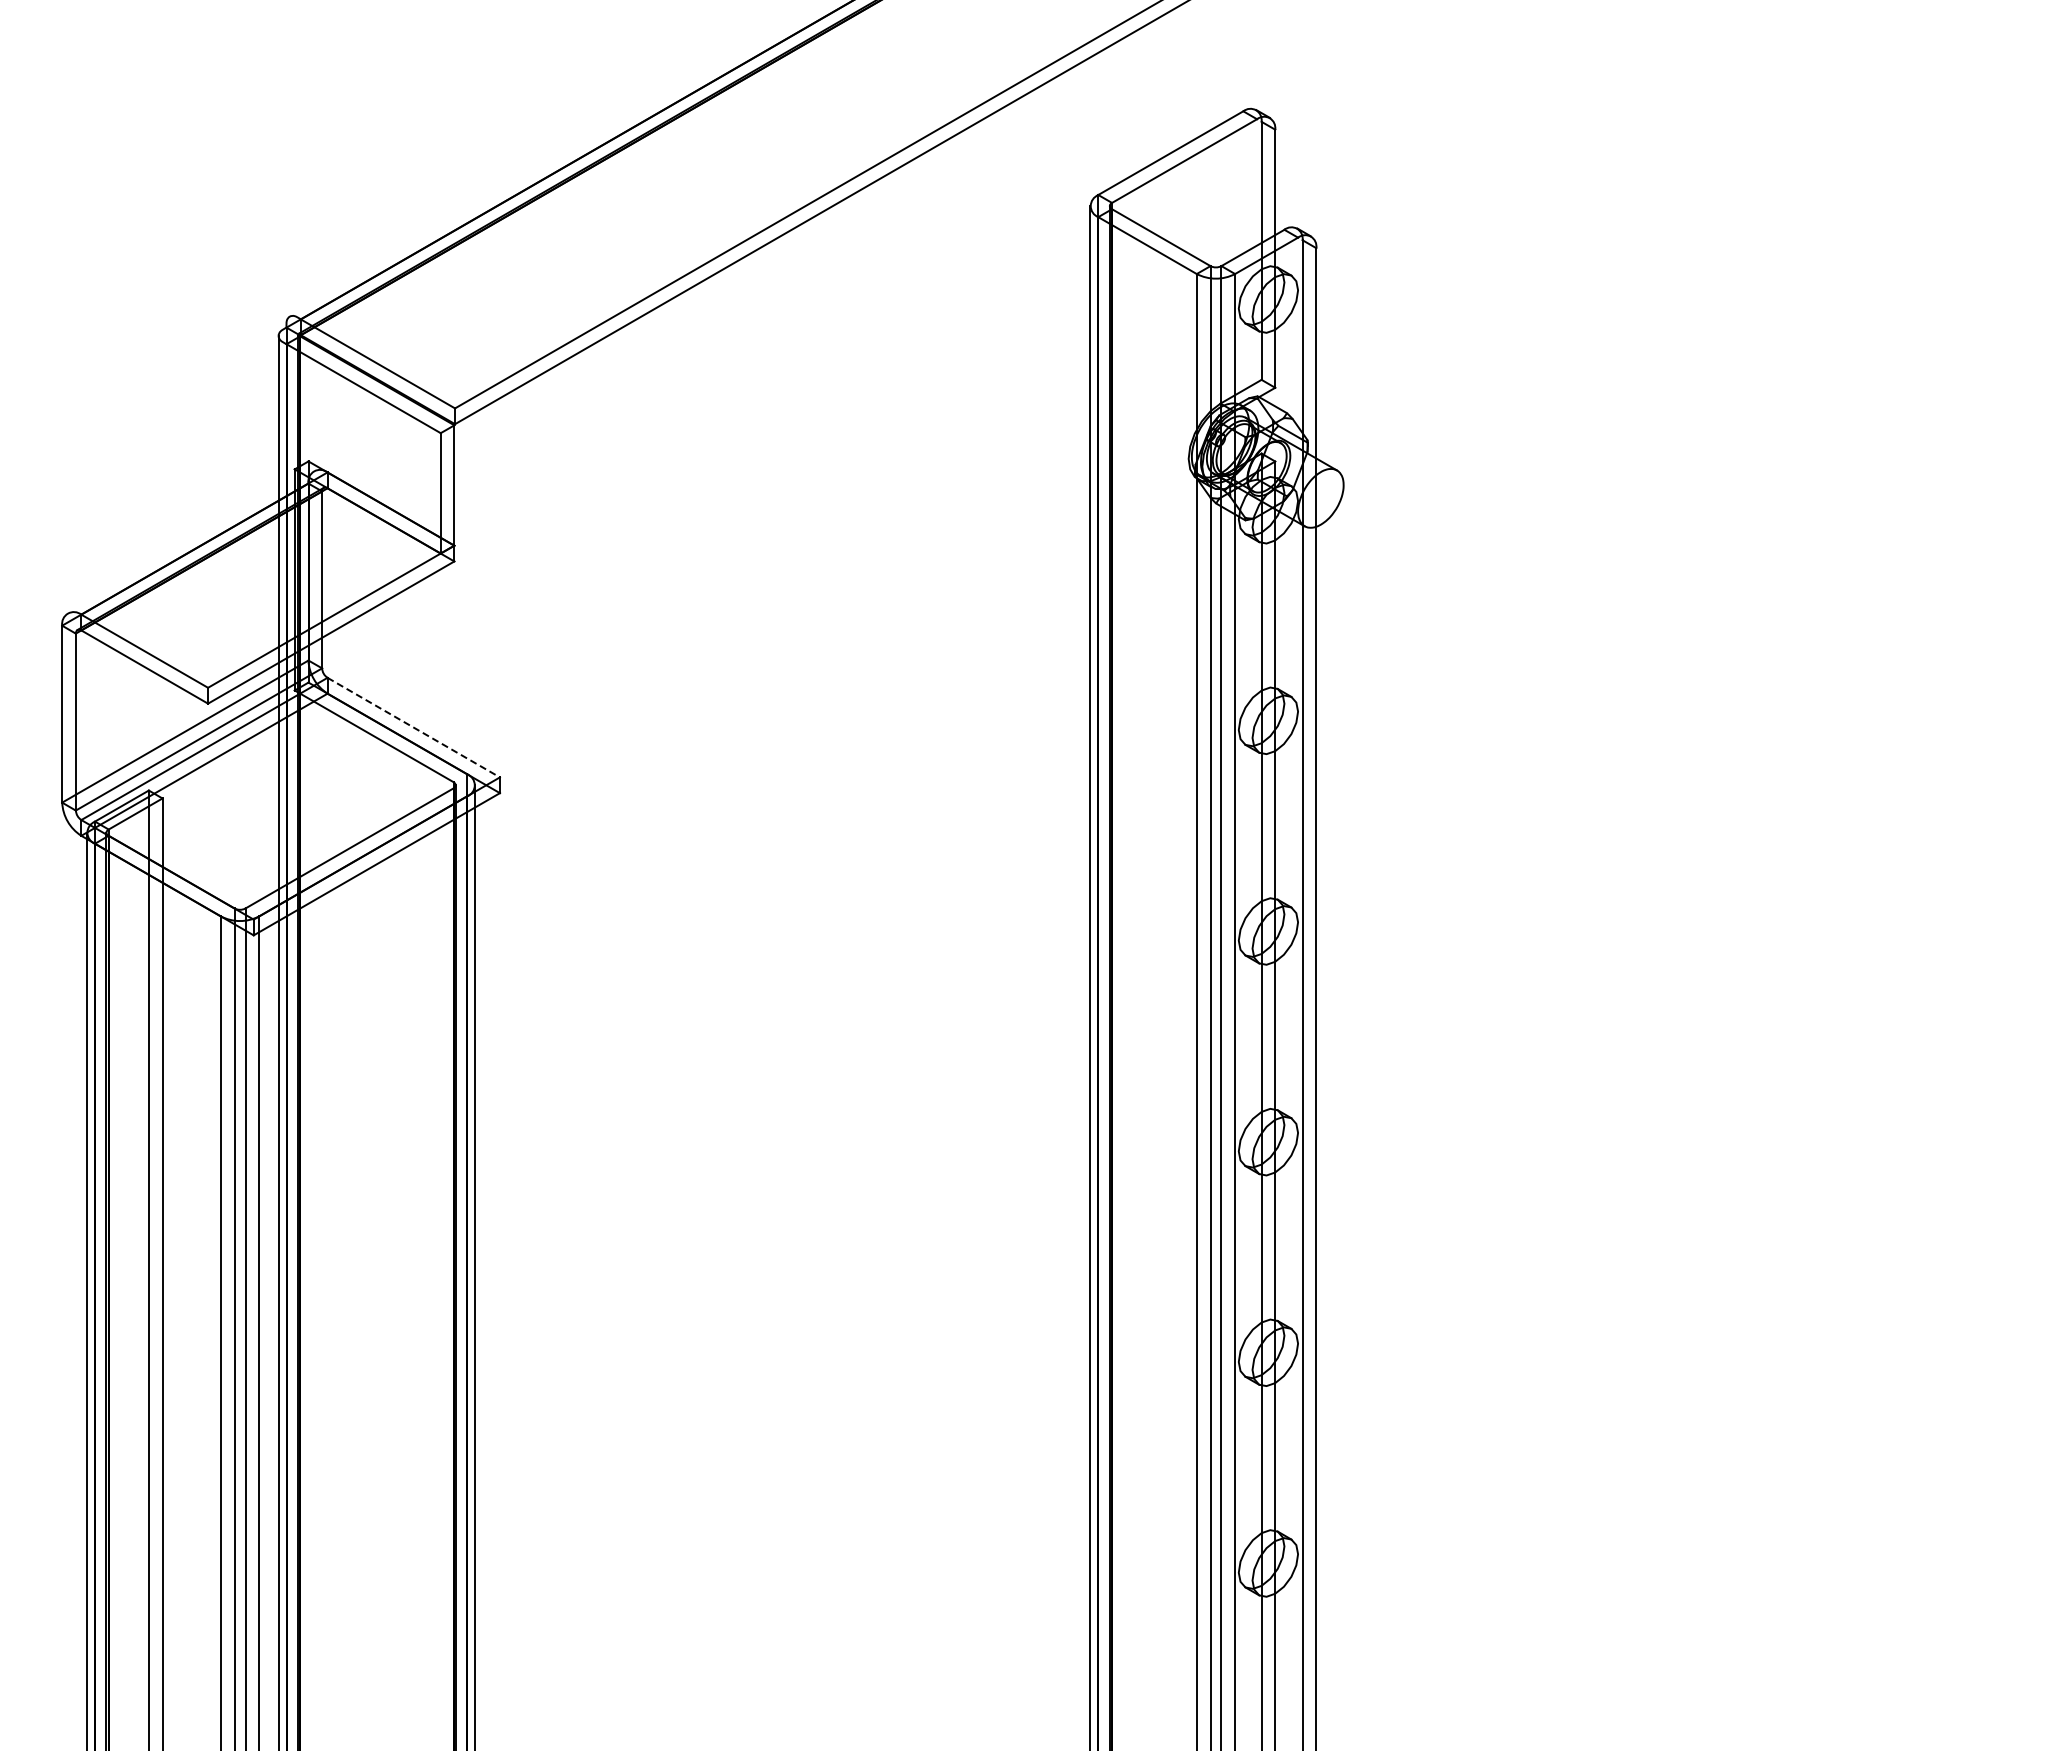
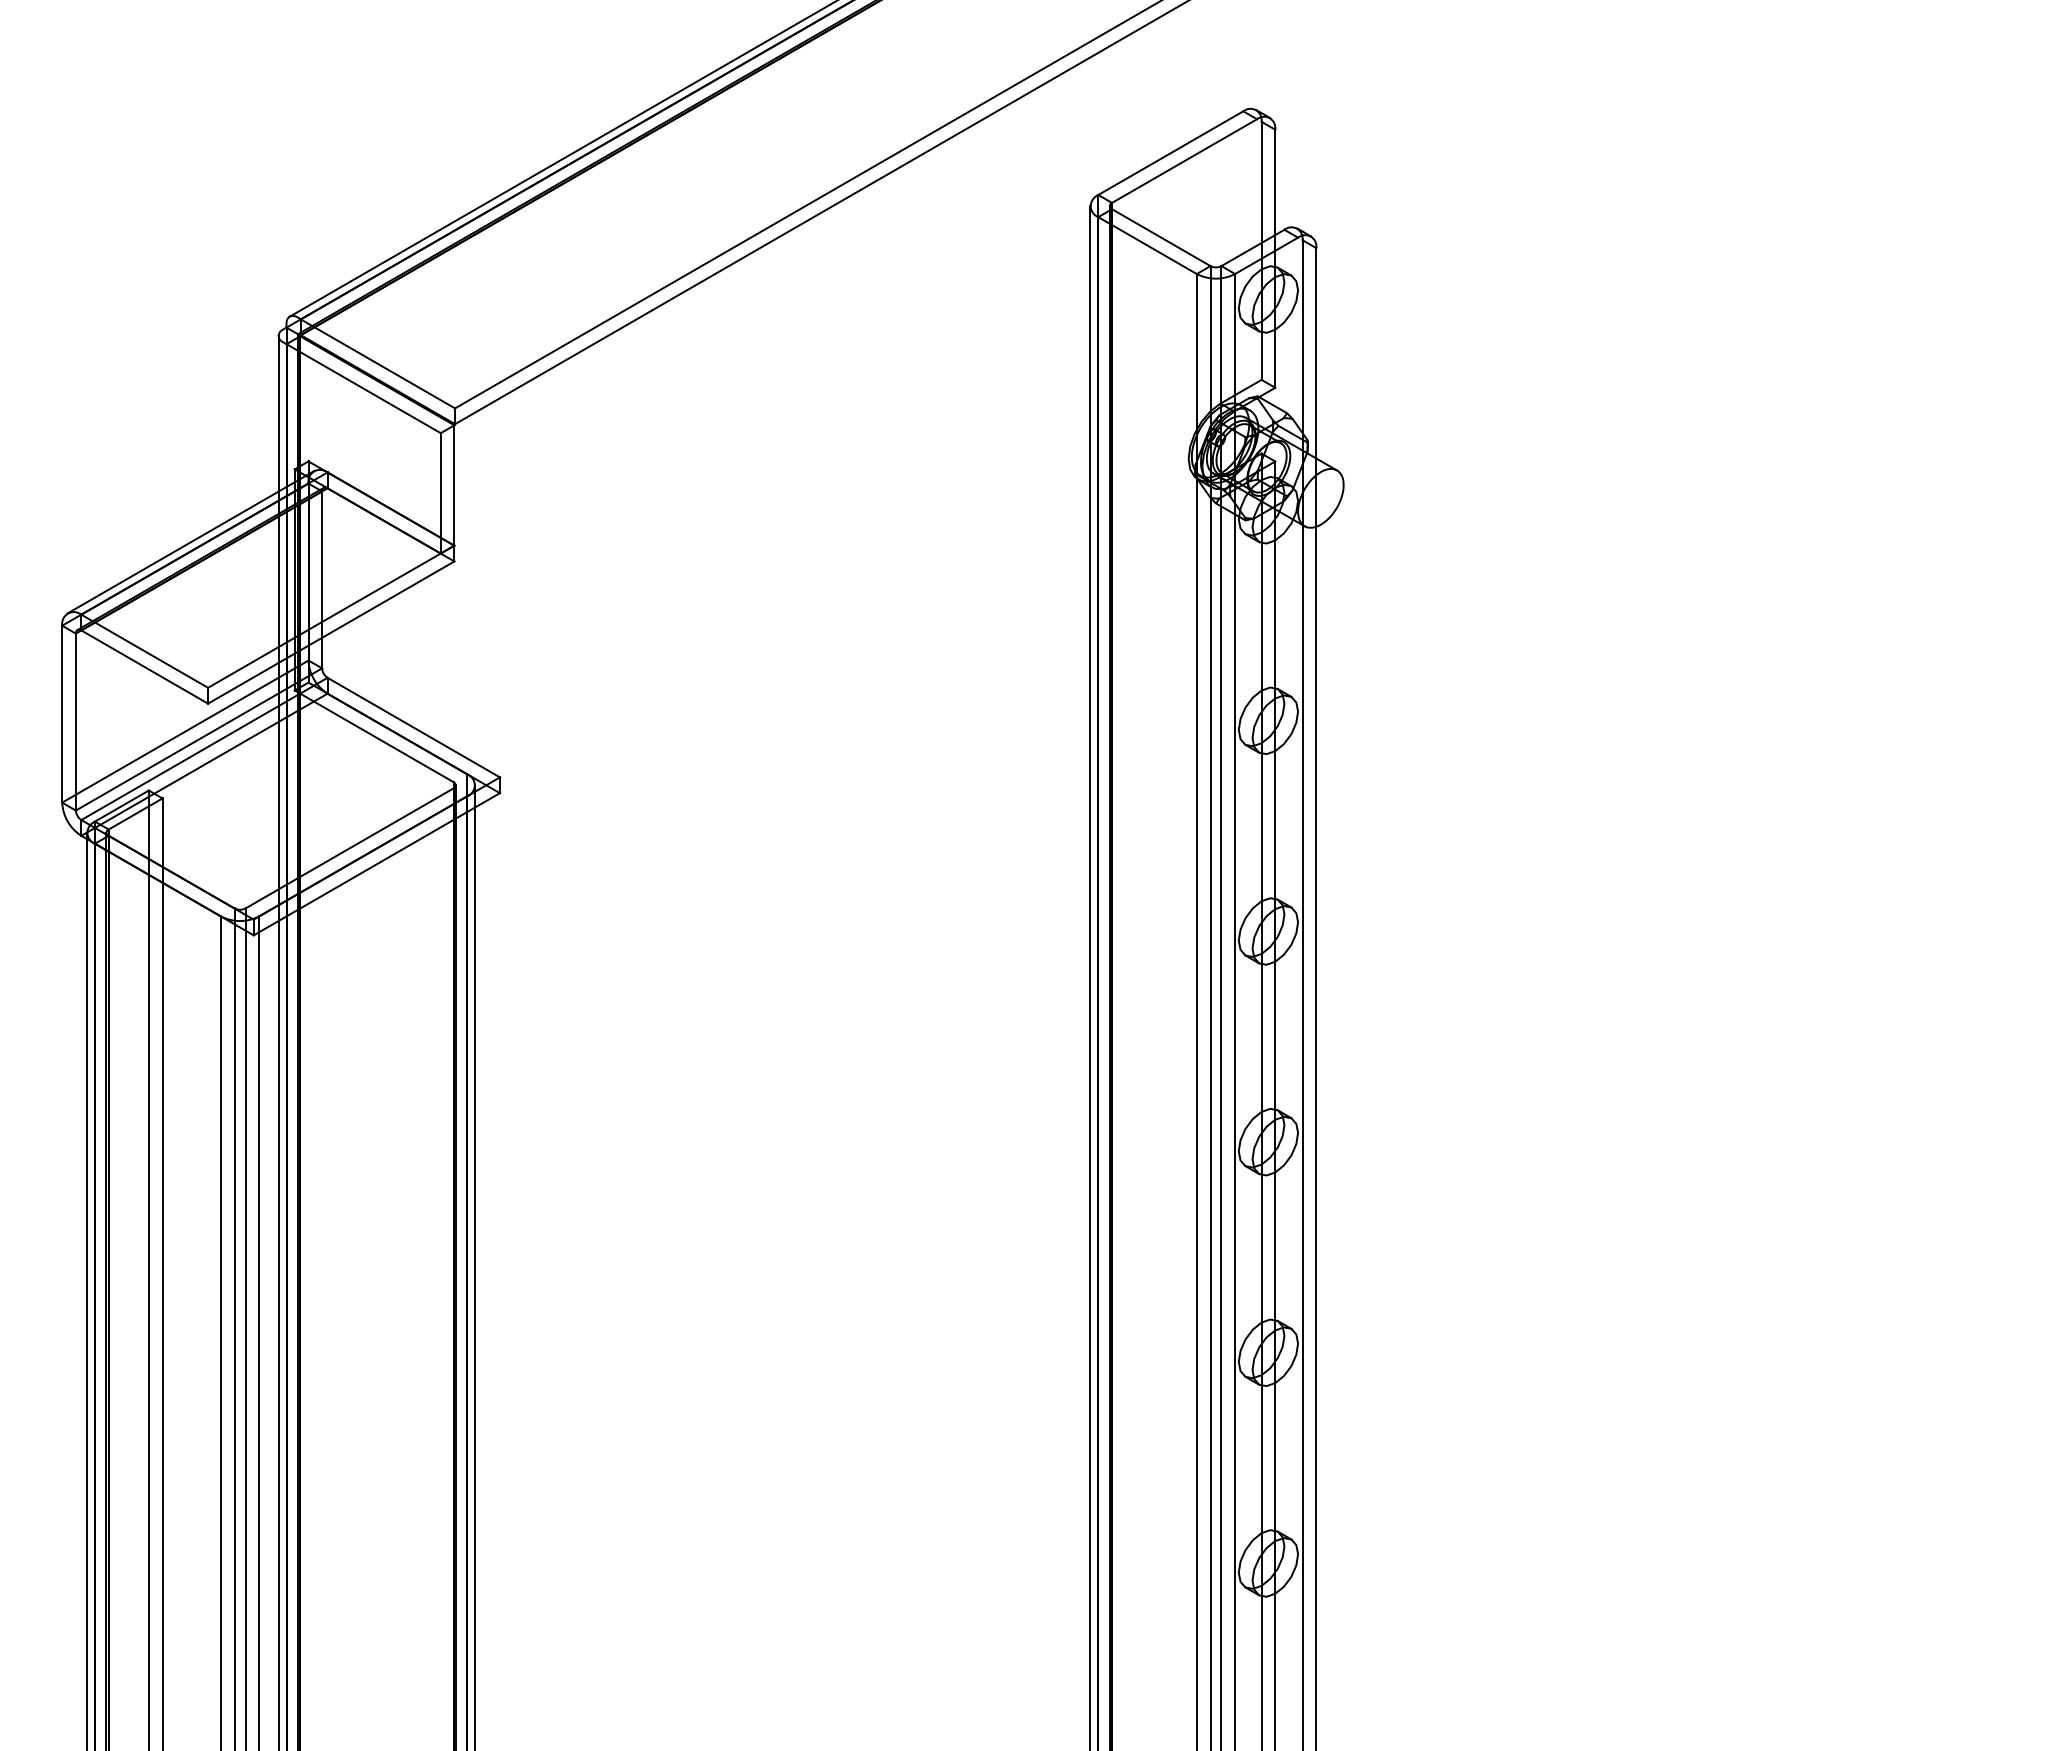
line at (561, 159): none -> present
line at (190, 542): none -> present
line at (413, 727): dashed -> solid
